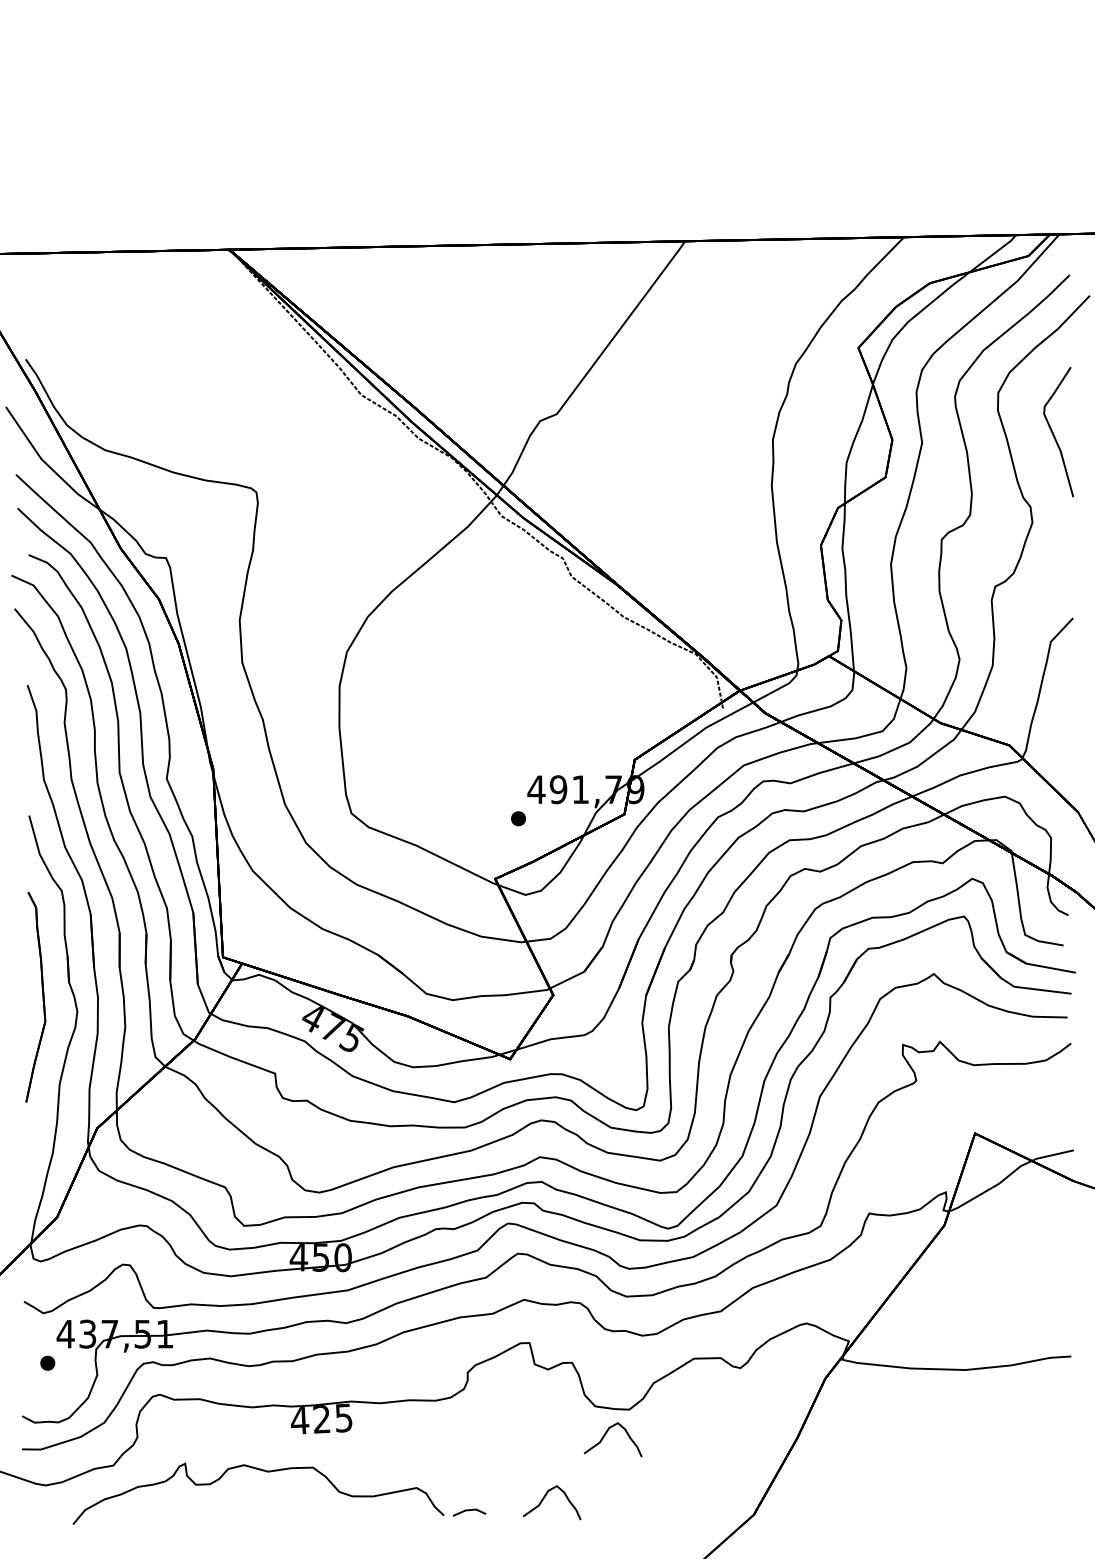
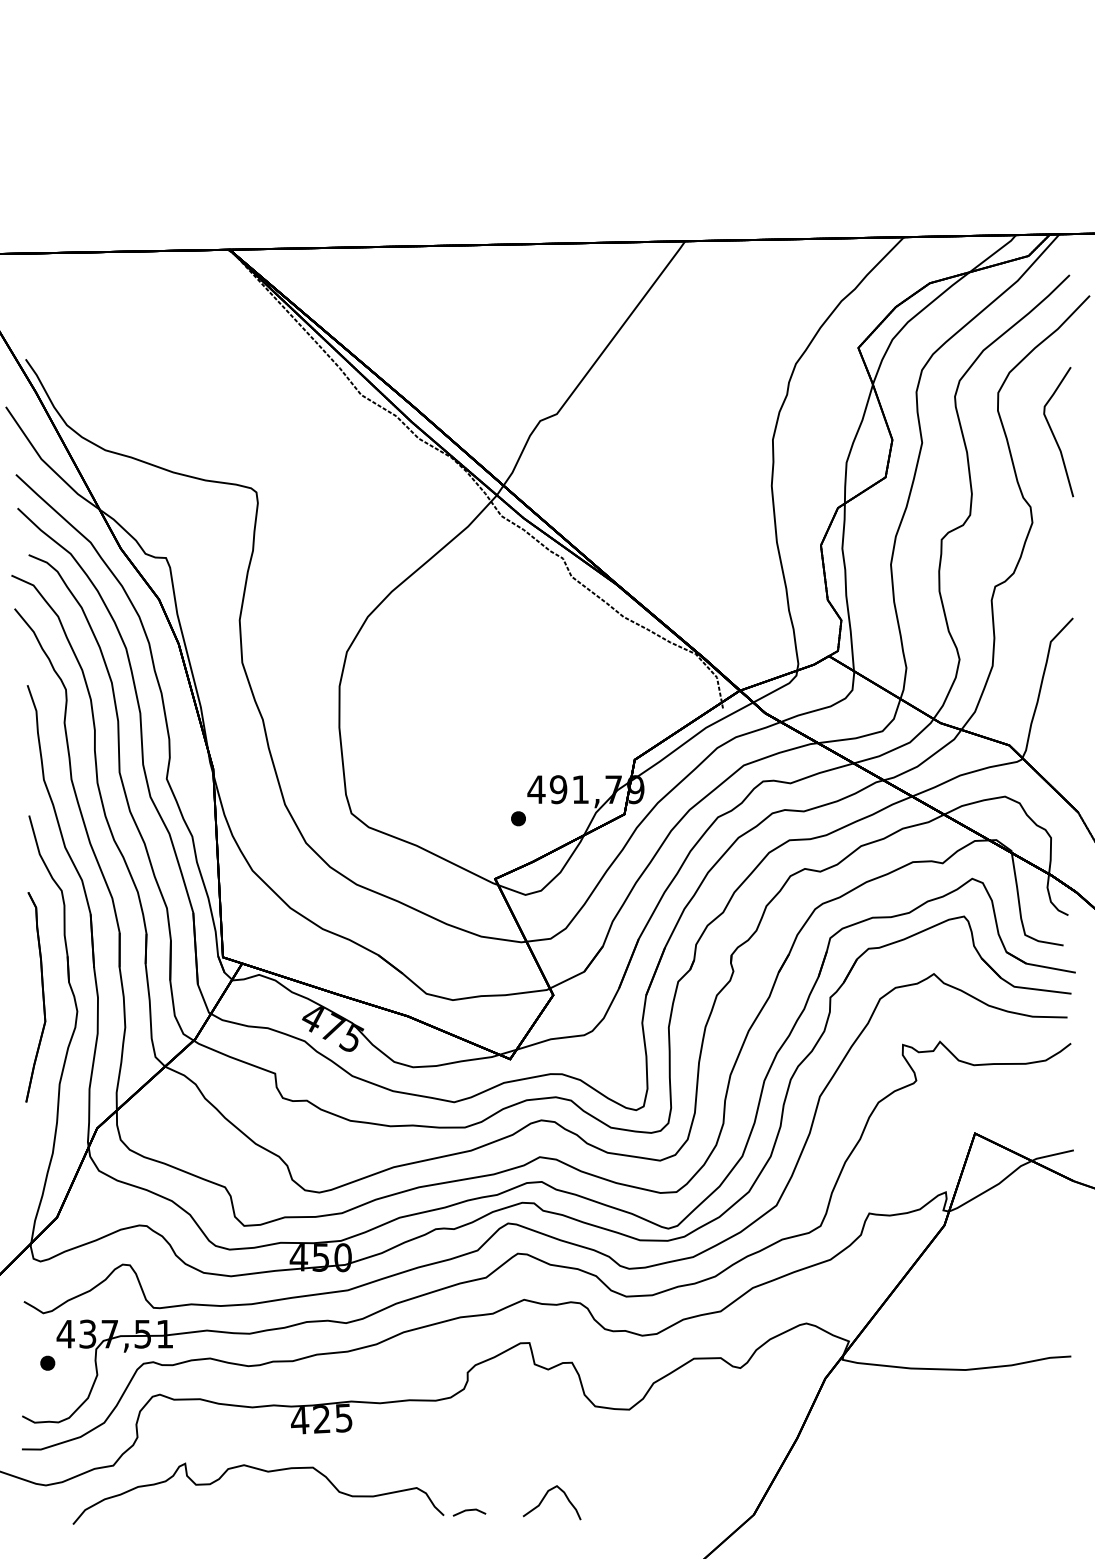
curve at (606, 1434): present -> none
